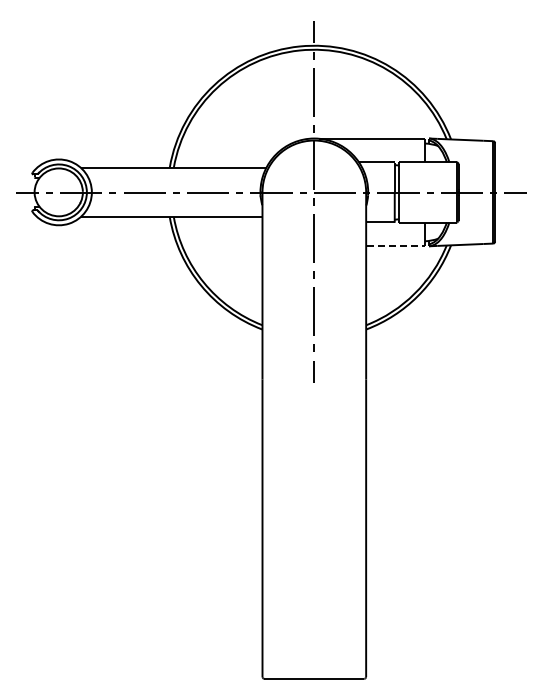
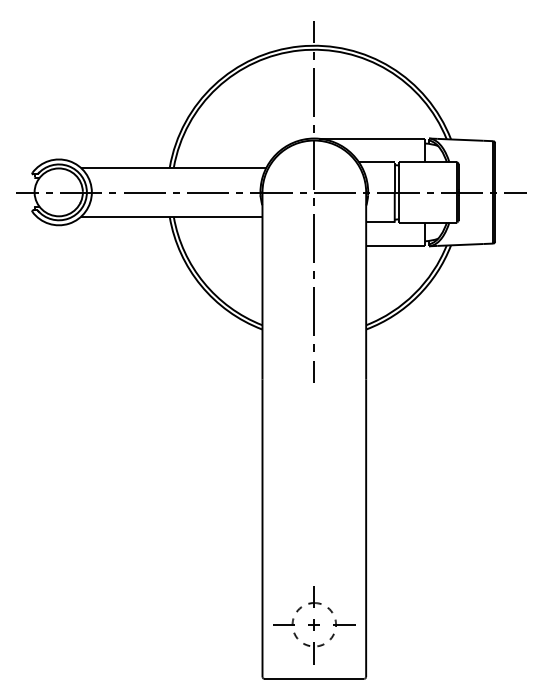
line at (396, 246): dashed -> solid
part at (314, 625): none -> present
